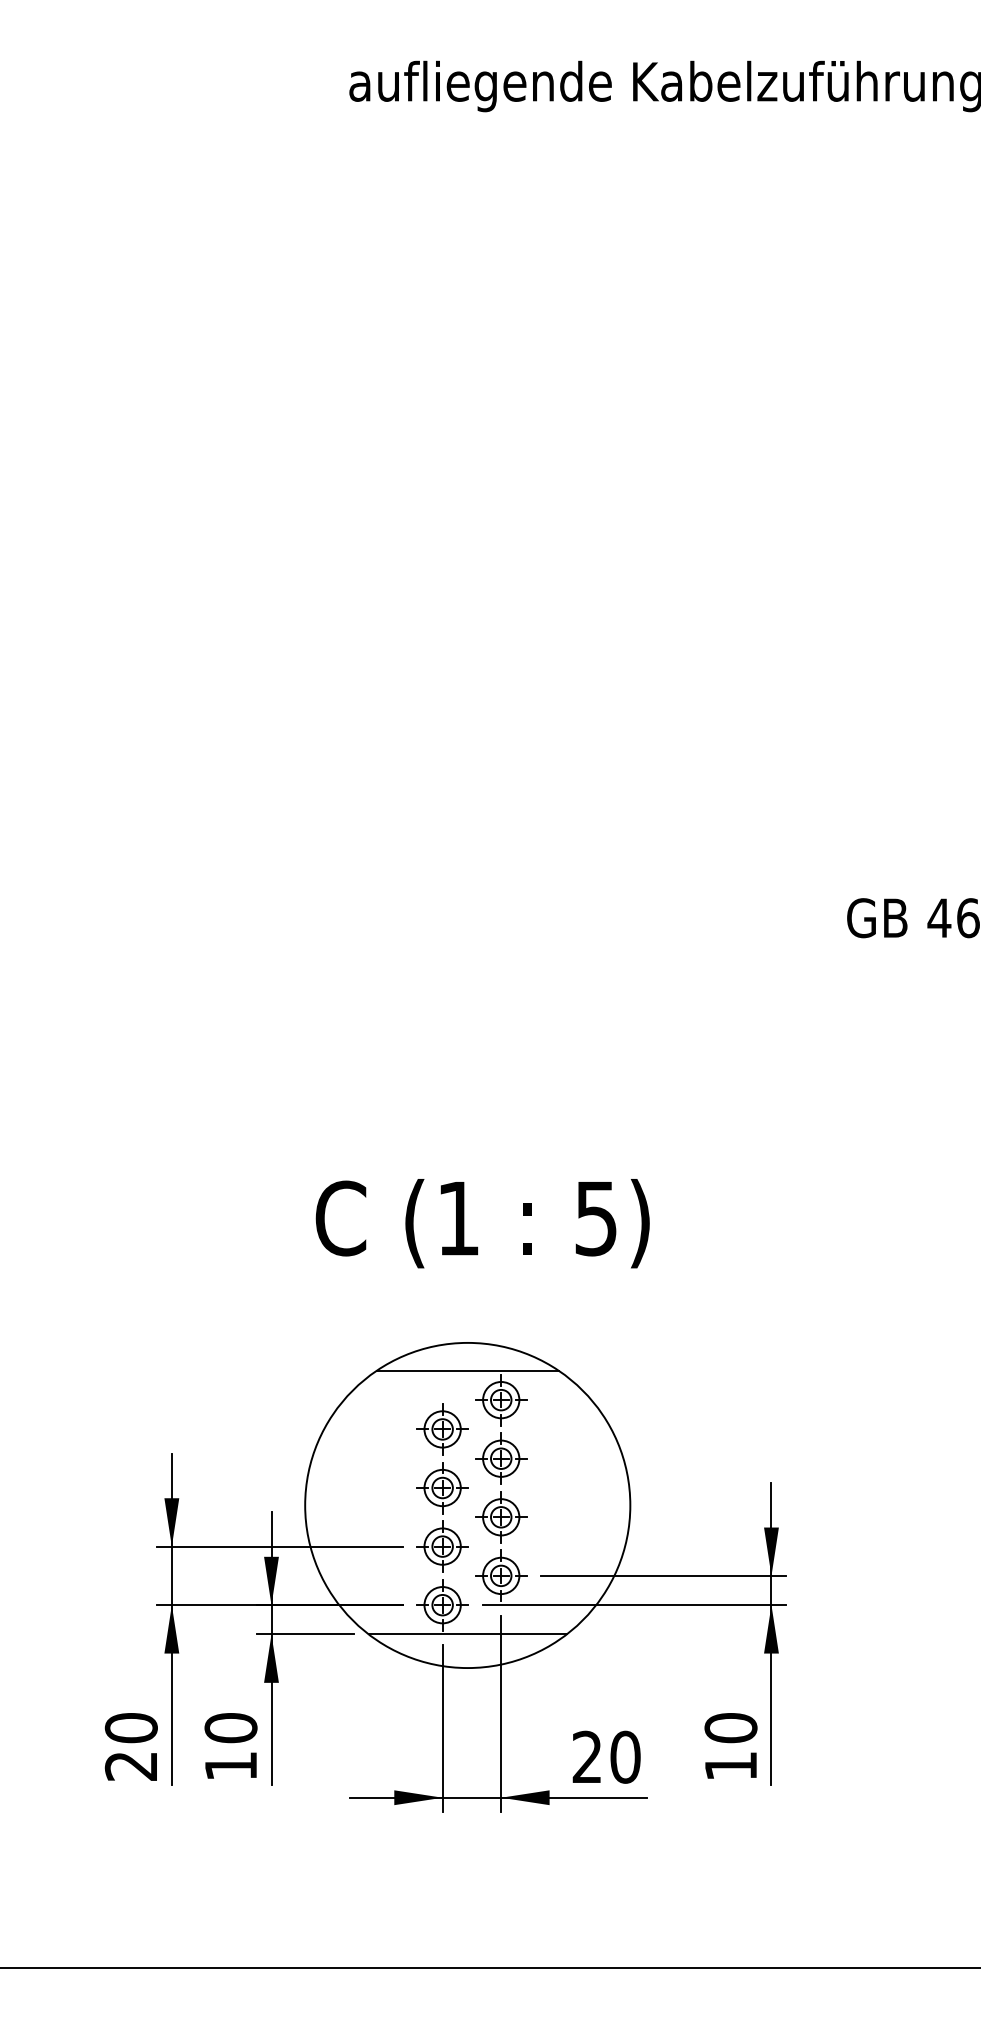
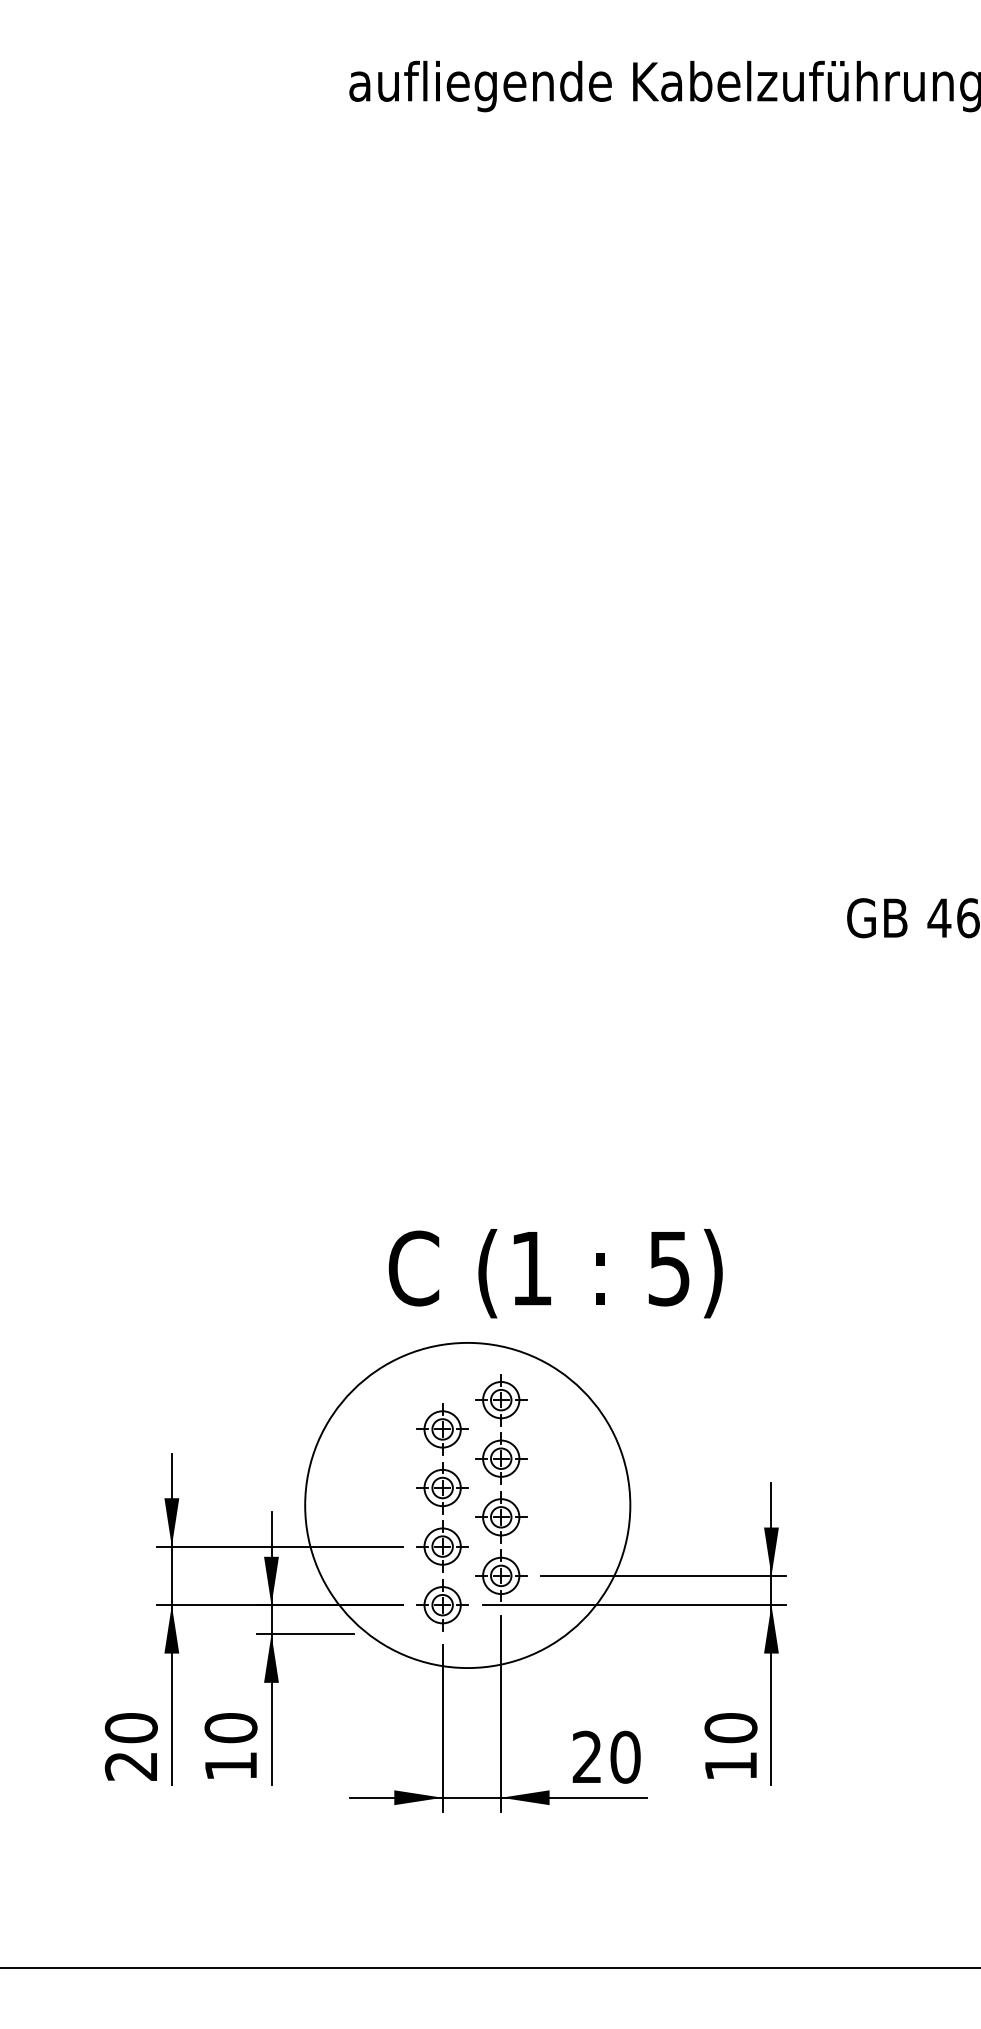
text at (482, 1223) position: (482, 1223) -> (555, 1273)
line at (467, 1370): present -> none
line at (467, 1634): present -> none
